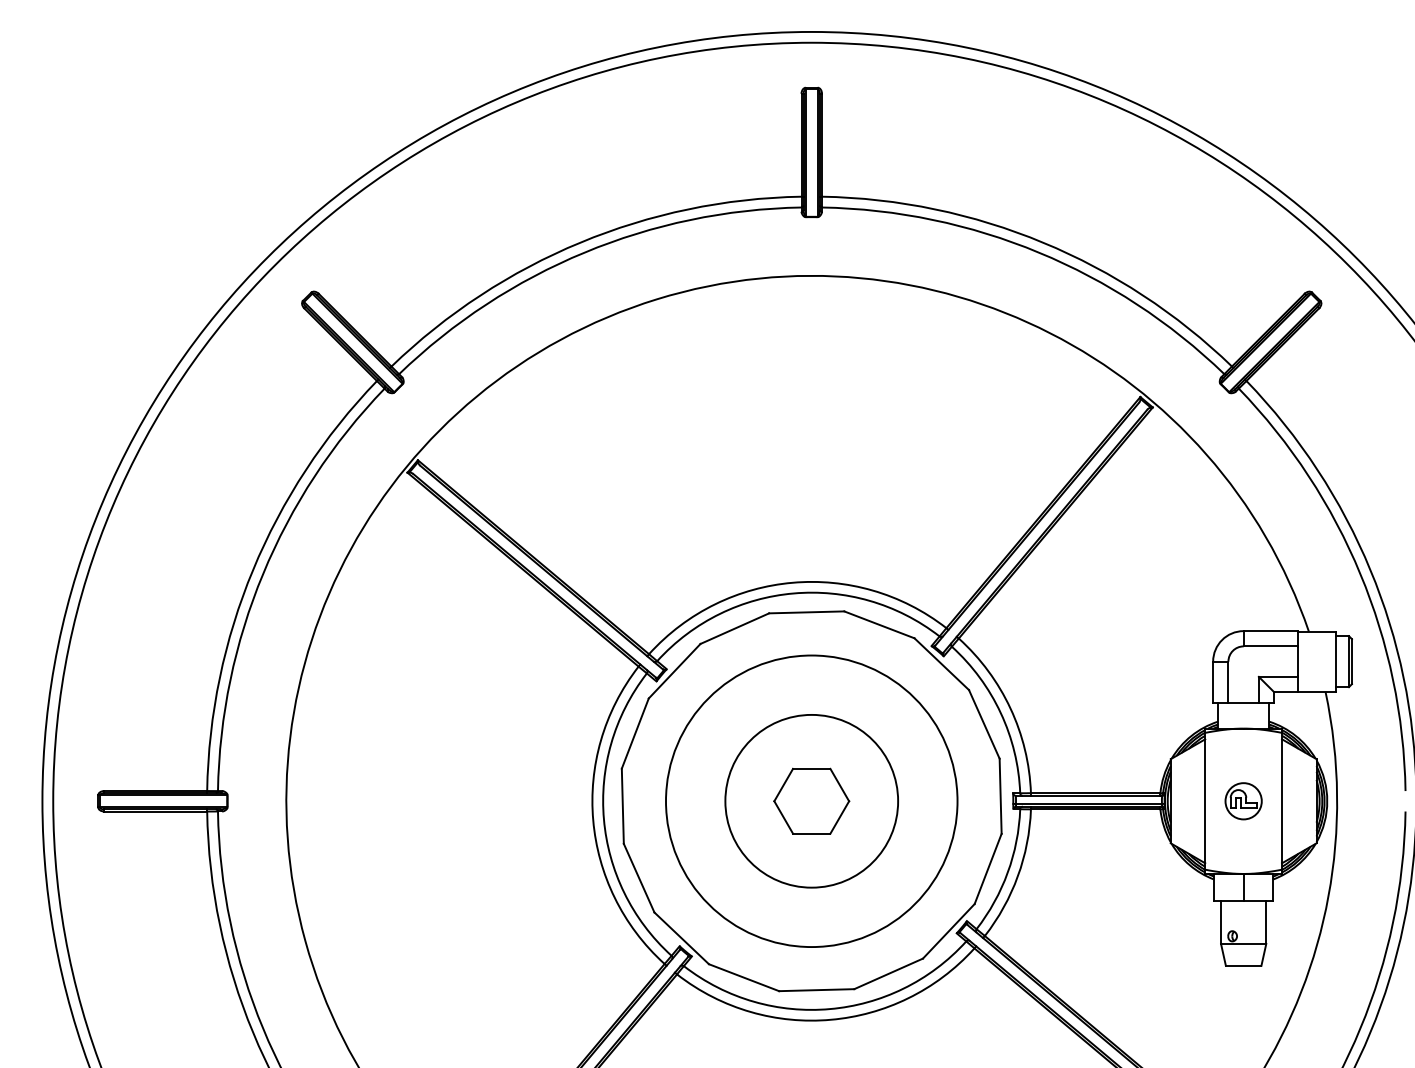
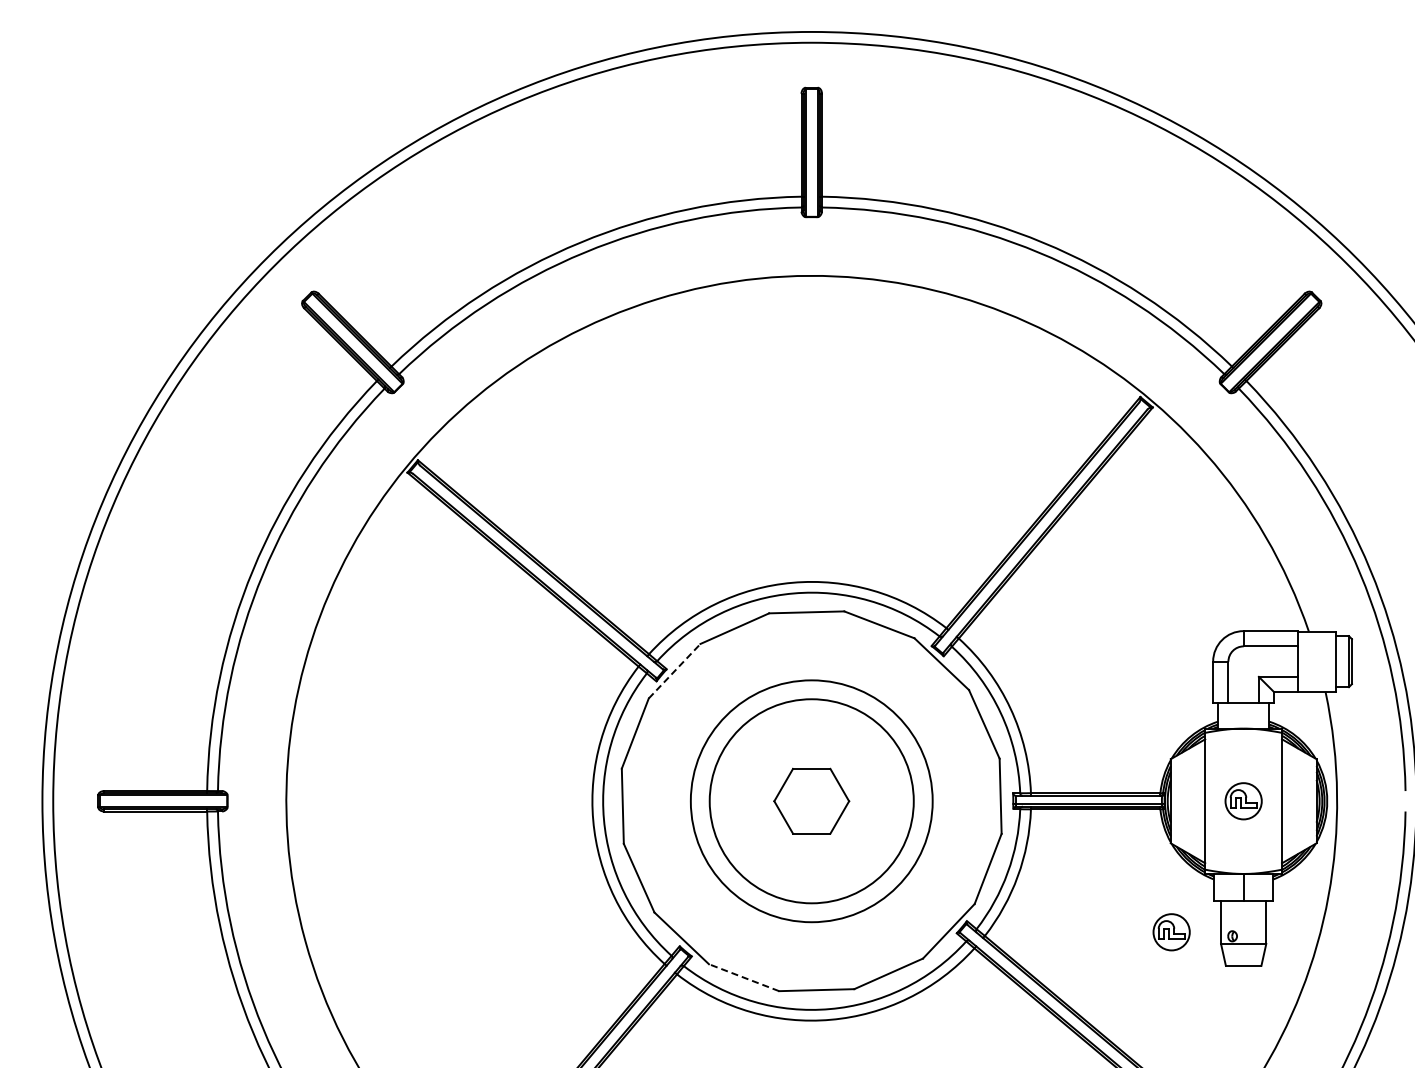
line at (674, 671): solid -> dashed
circle at (811, 800) diameter: 173 px -> 242 px
circle at (811, 801) diameter: 292 px -> 204 px
part at (1171, 932): none -> present
line at (744, 977): solid -> dashed
